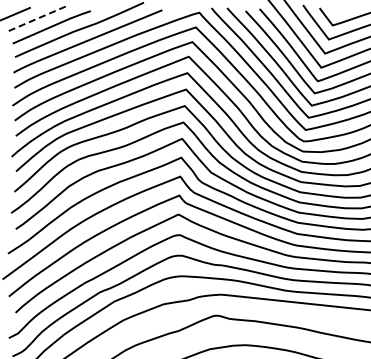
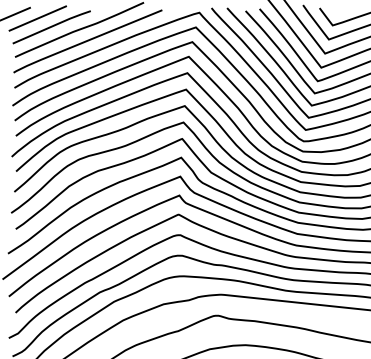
line at (37, 18): dashed -> solid
